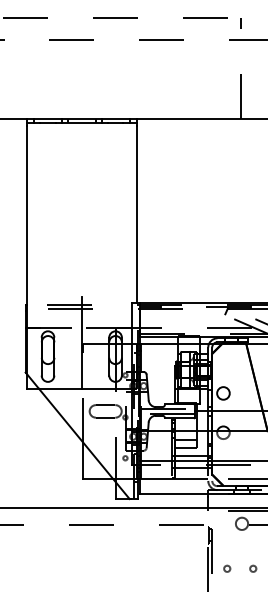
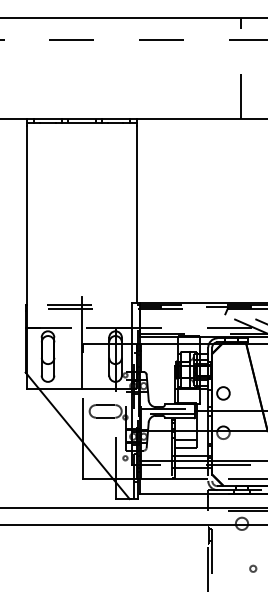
line at (133, 17): dashed -> solid
line at (133, 524): dashed -> solid
circle at (227, 568): present -> none
